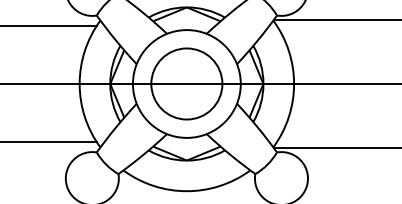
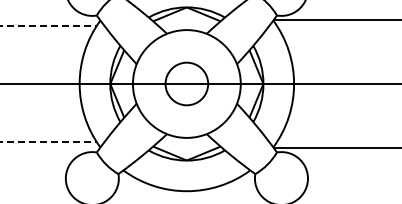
line at (49, 25): solid -> dashed
circle at (186, 83) diameter: 71 px -> 43 px
line at (49, 142): solid -> dashed
